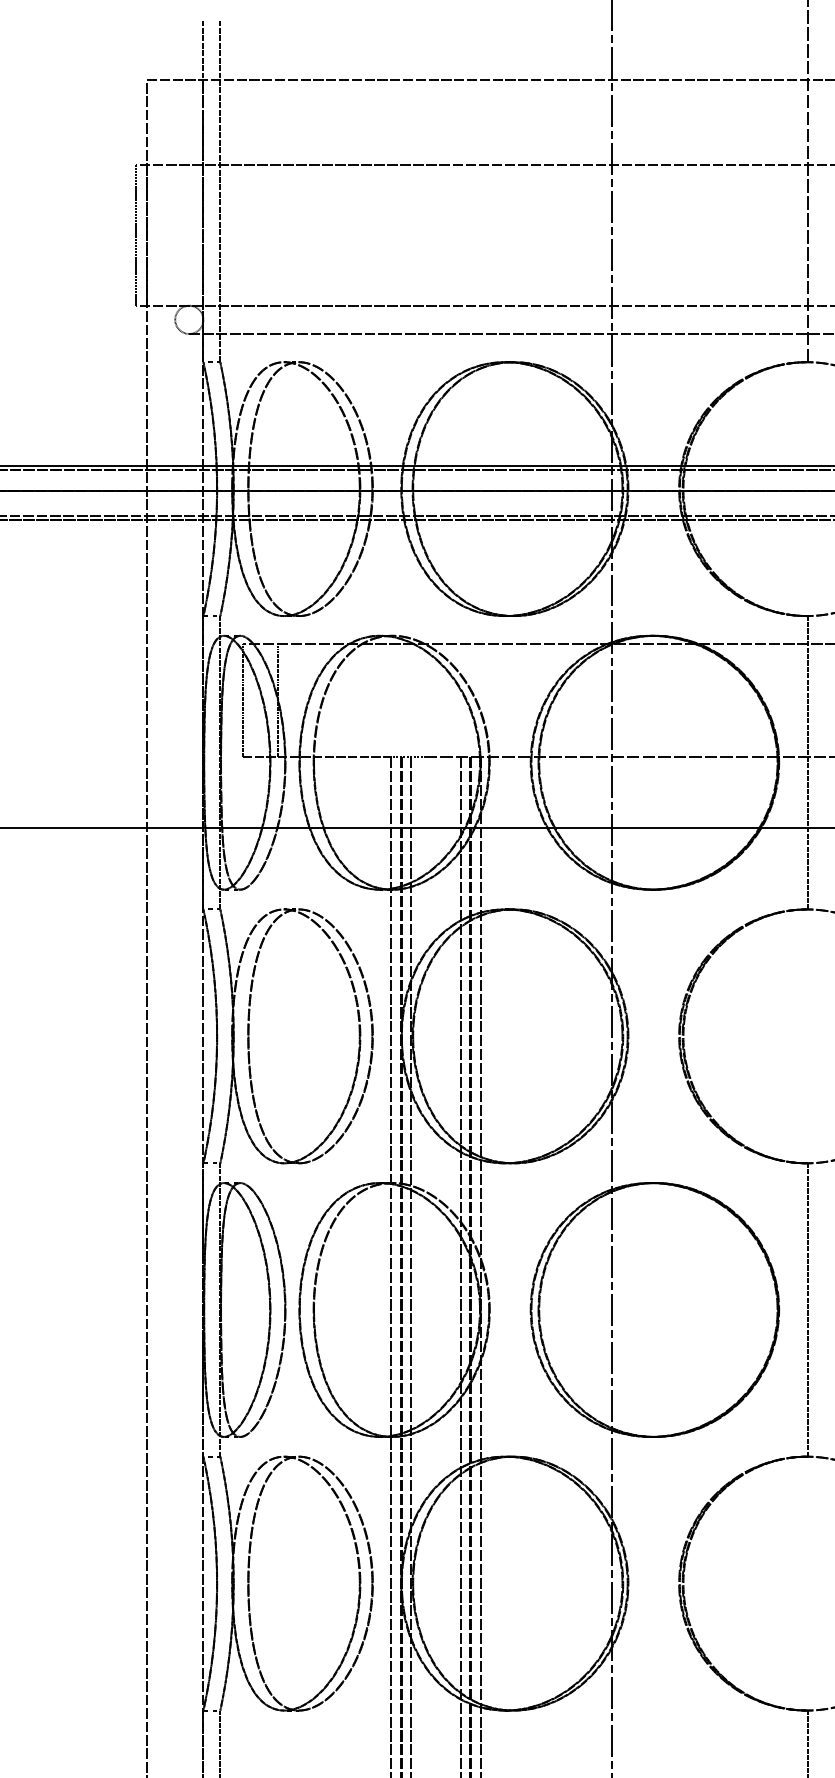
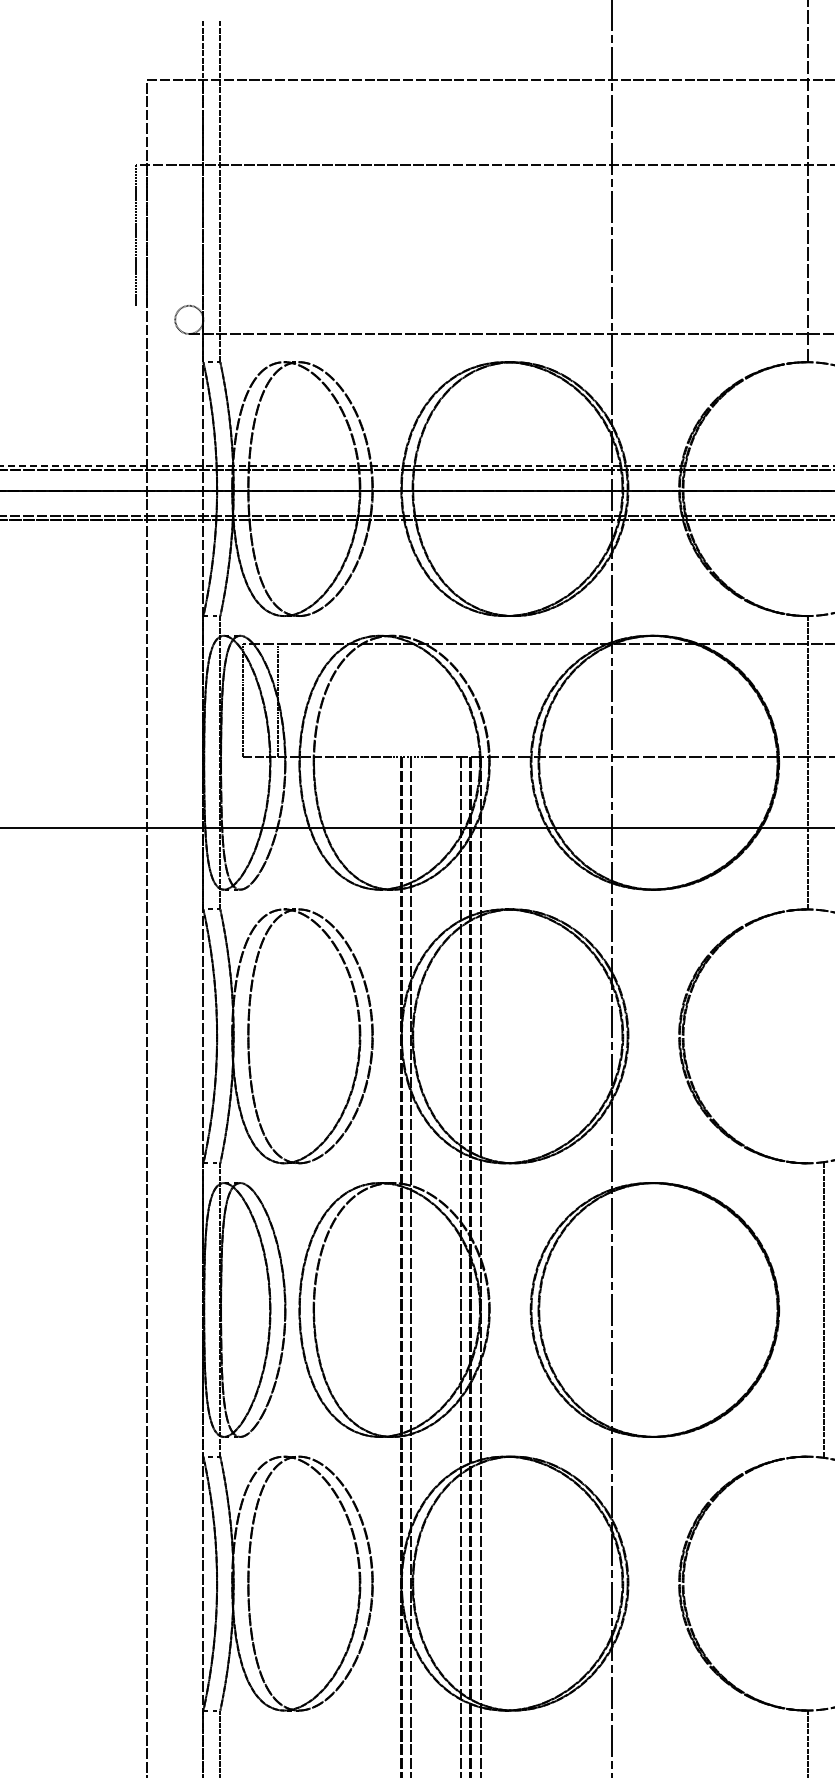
line at (483, 305): present -> none
line at (417, 465): solid -> dashed
line at (390, 1265): present -> none
line at (807, 1309) position: (807, 1309) -> (823, 1309)
